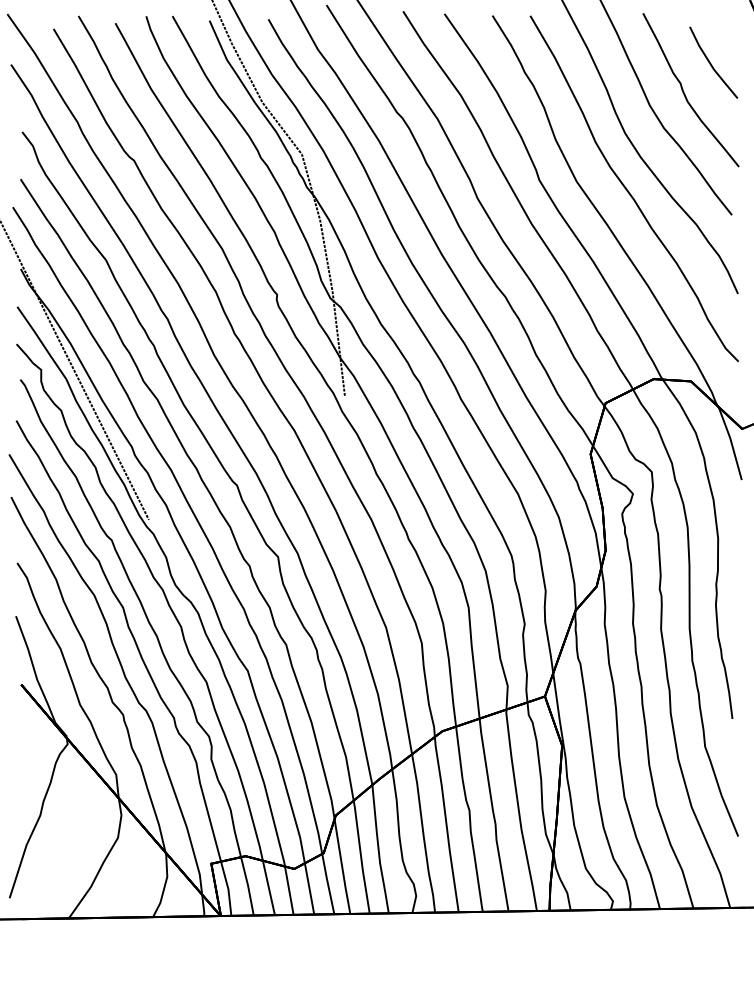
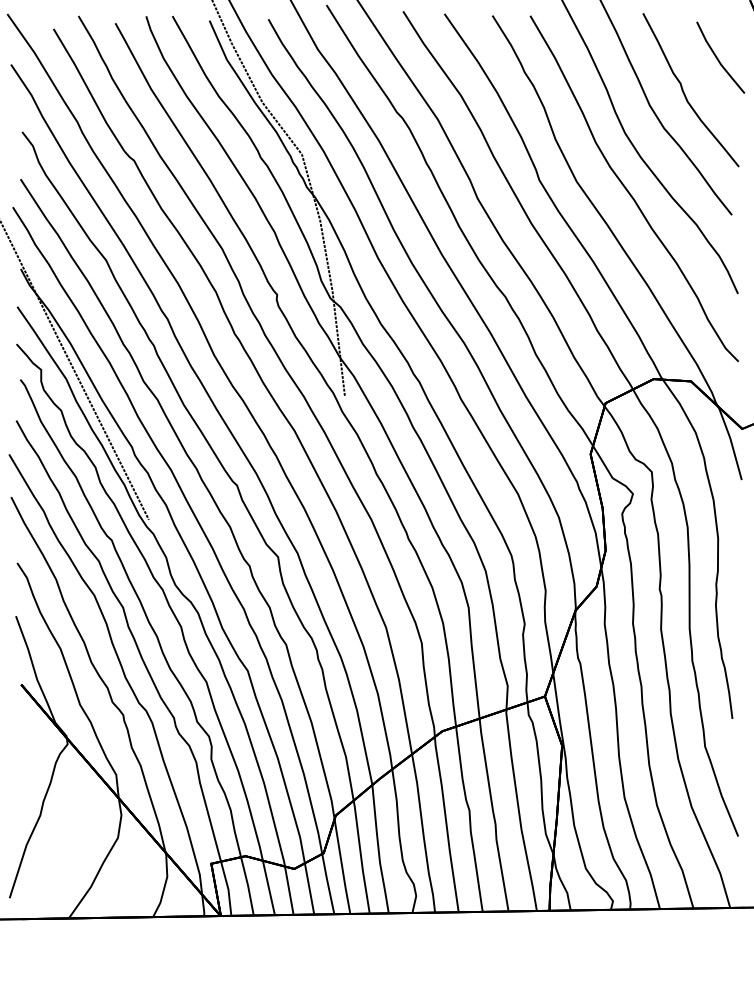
part at (713, 62) position: (713, 62) -> (720, 57)
